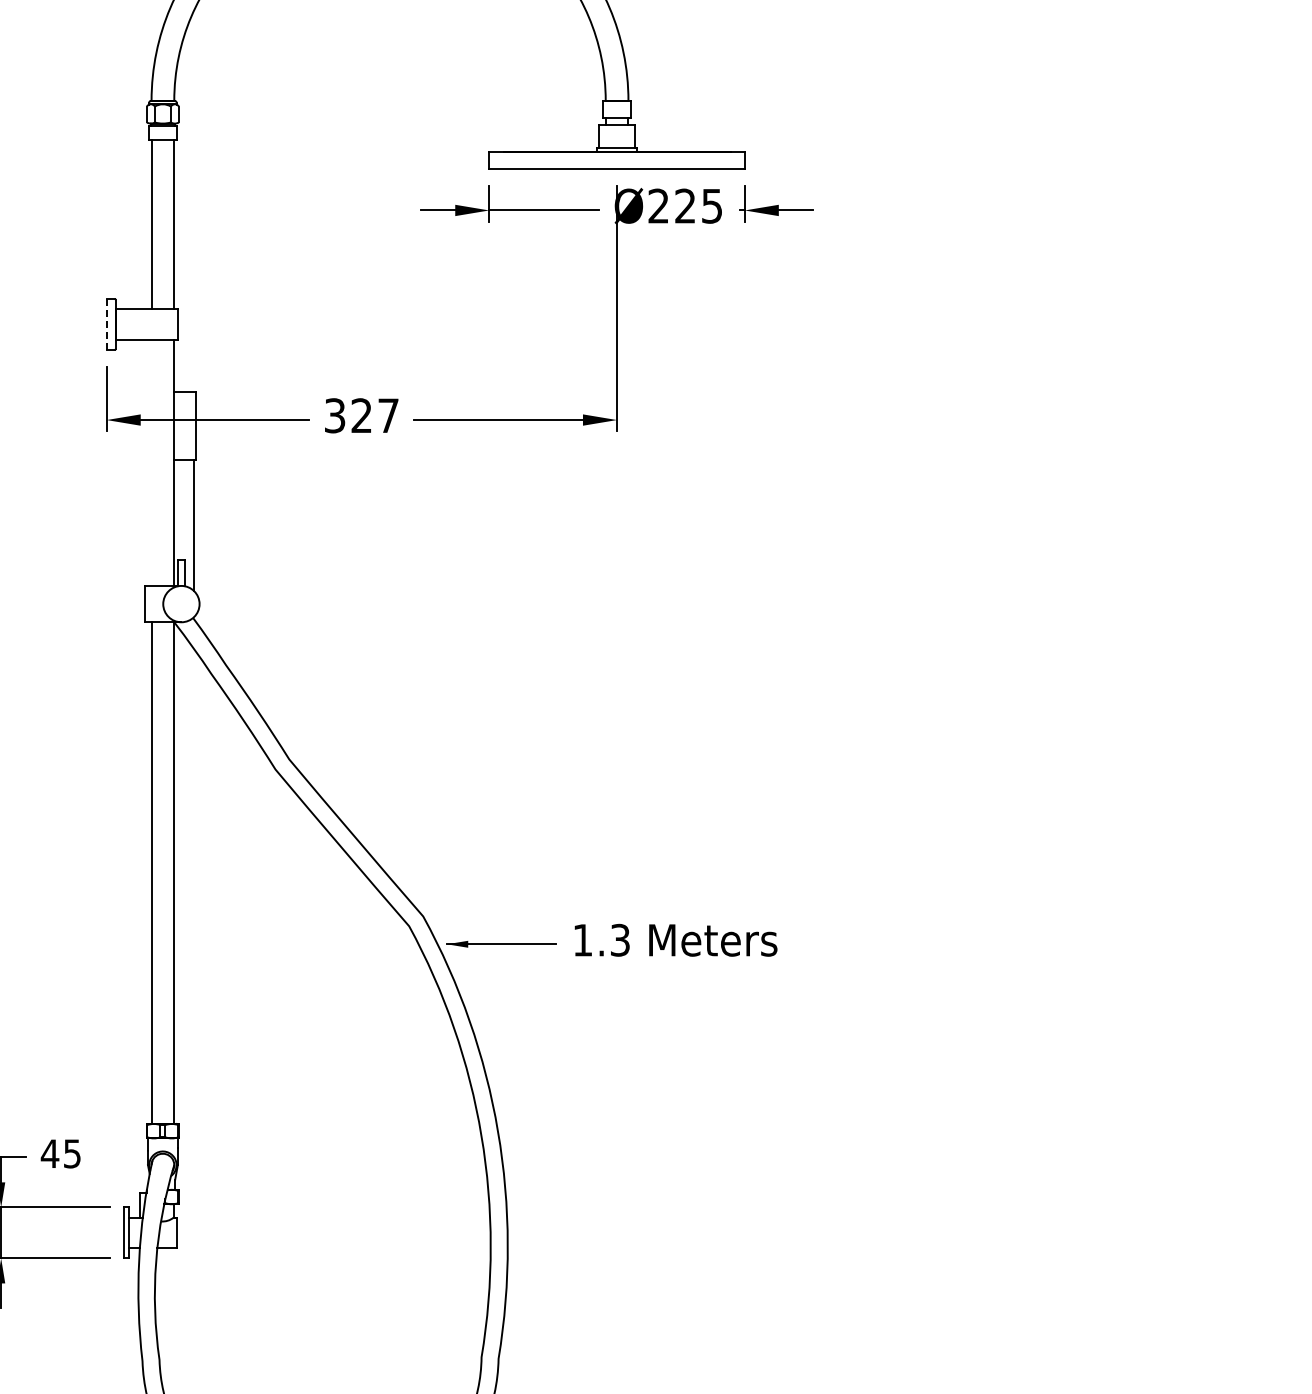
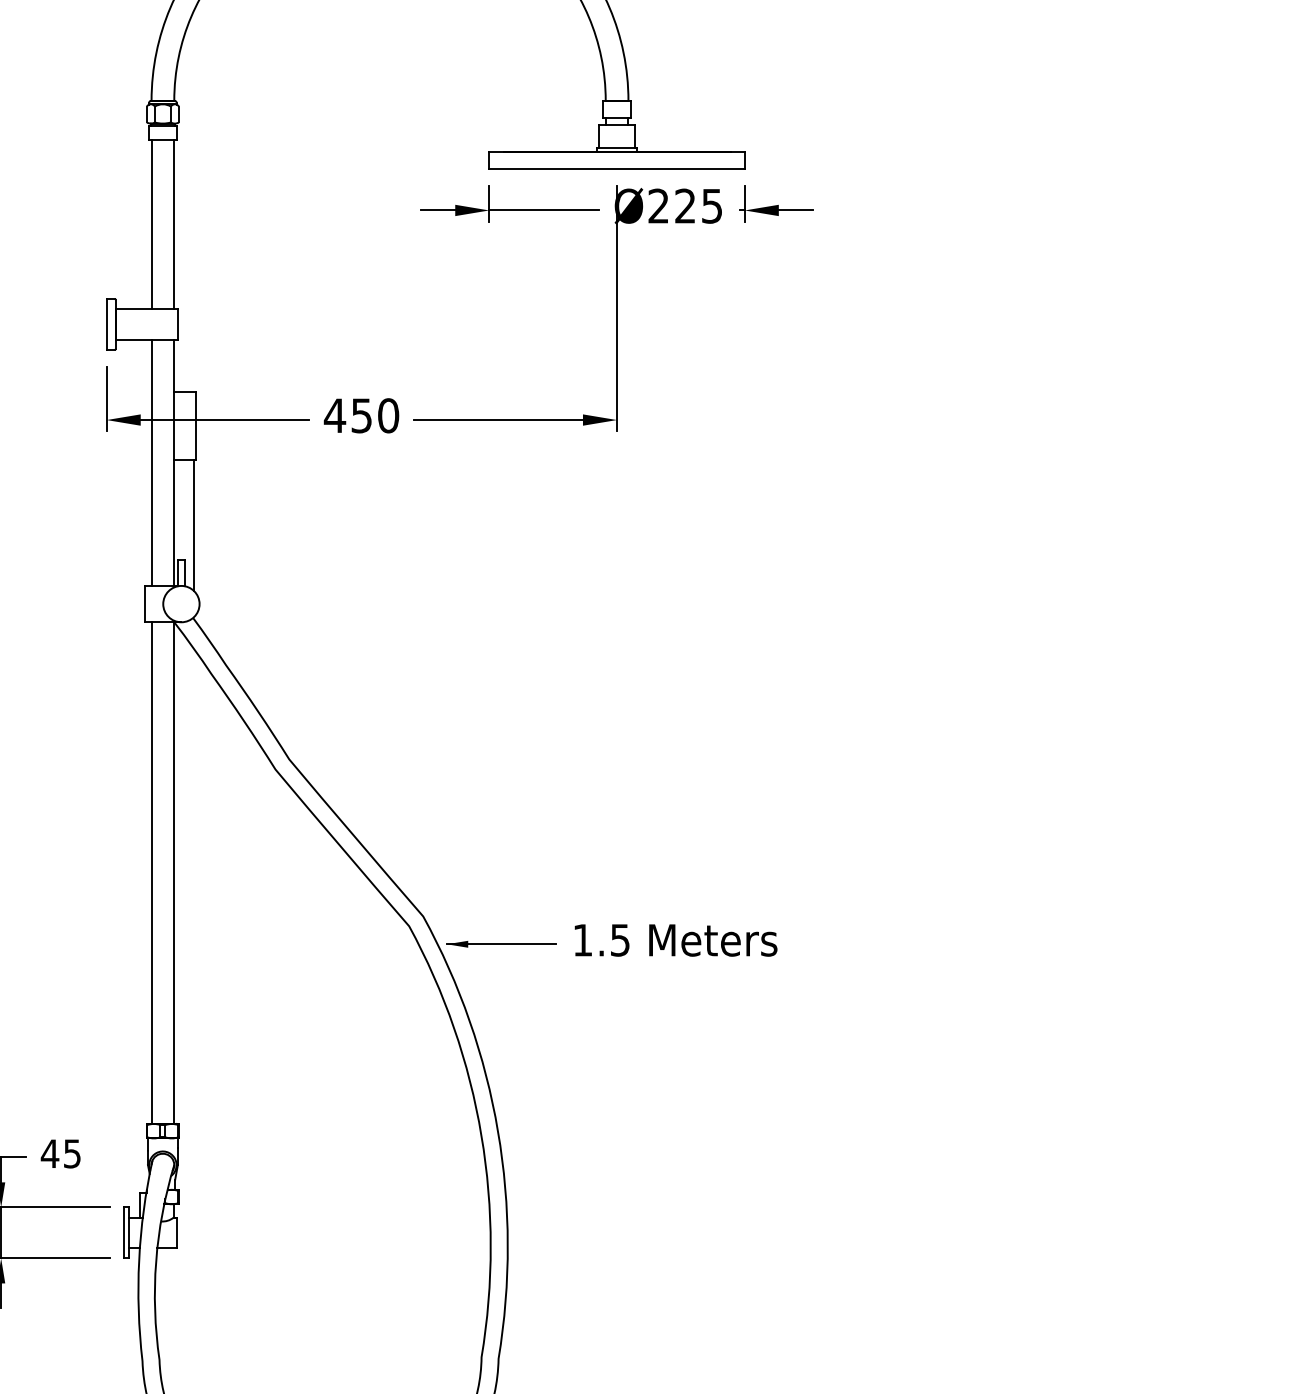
line at (106, 324): dashed -> solid
text at (361, 415): 327 -> 450
line at (151, 462): none -> present
text at (620, 939): 1.3 -> 1.5
